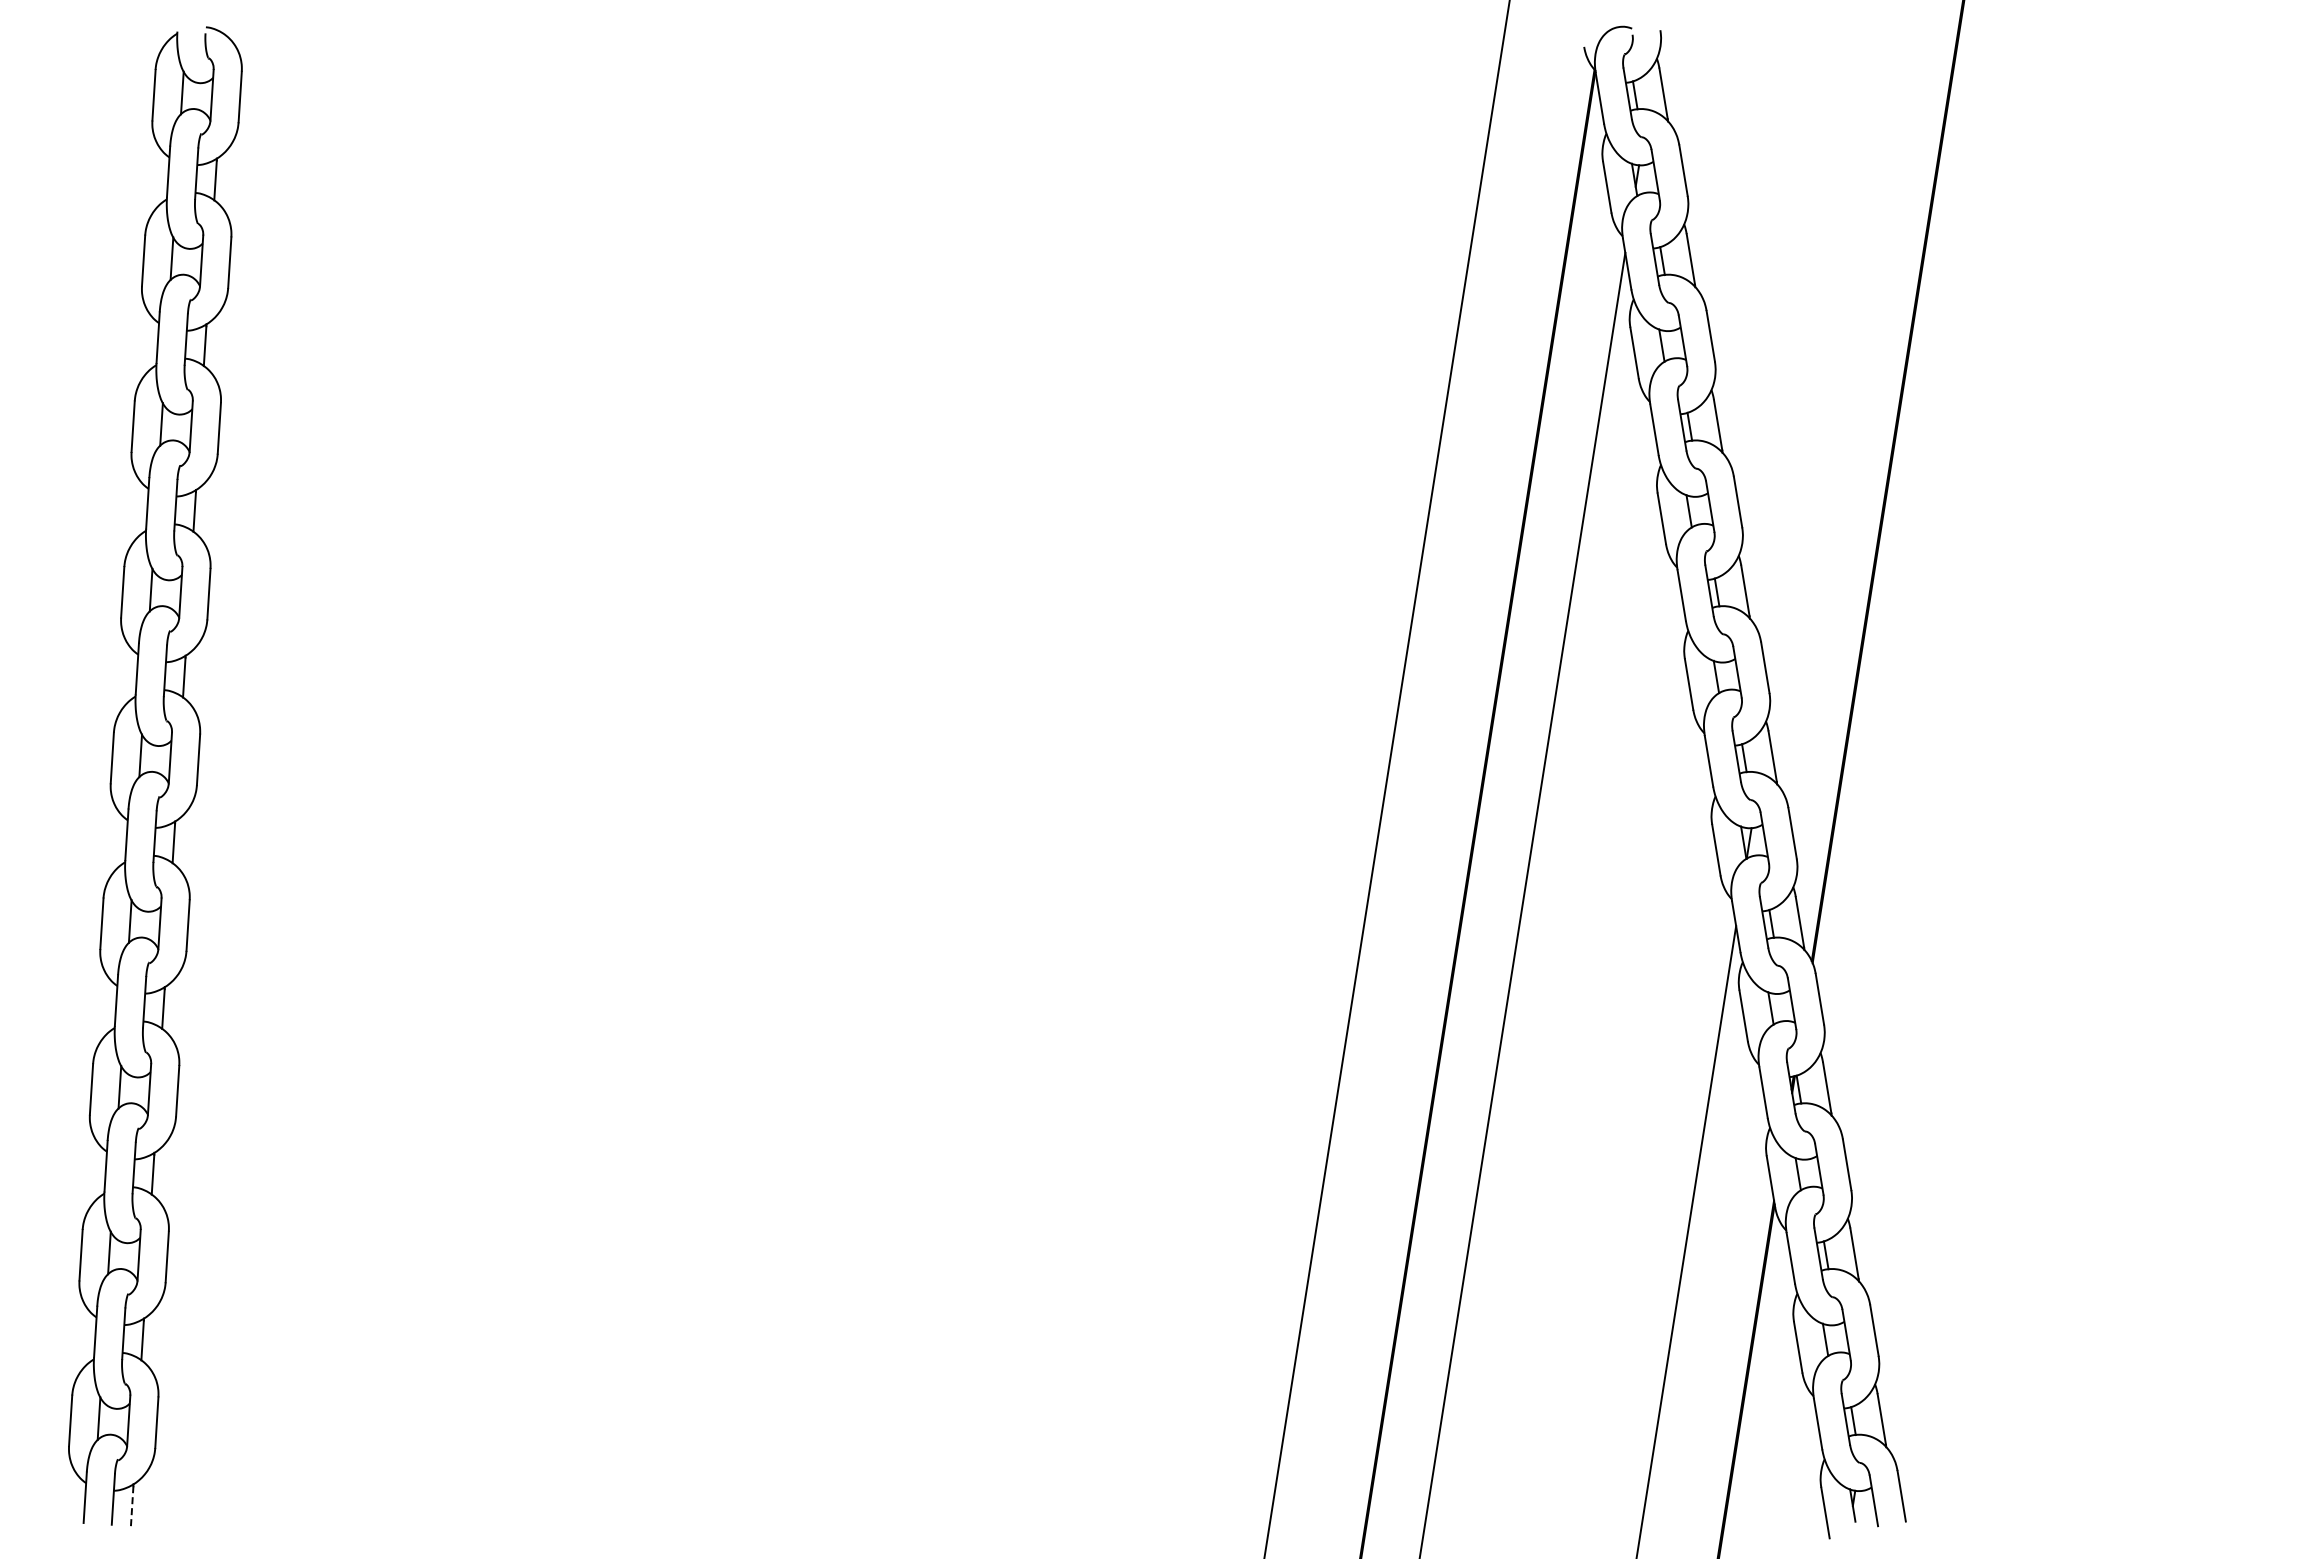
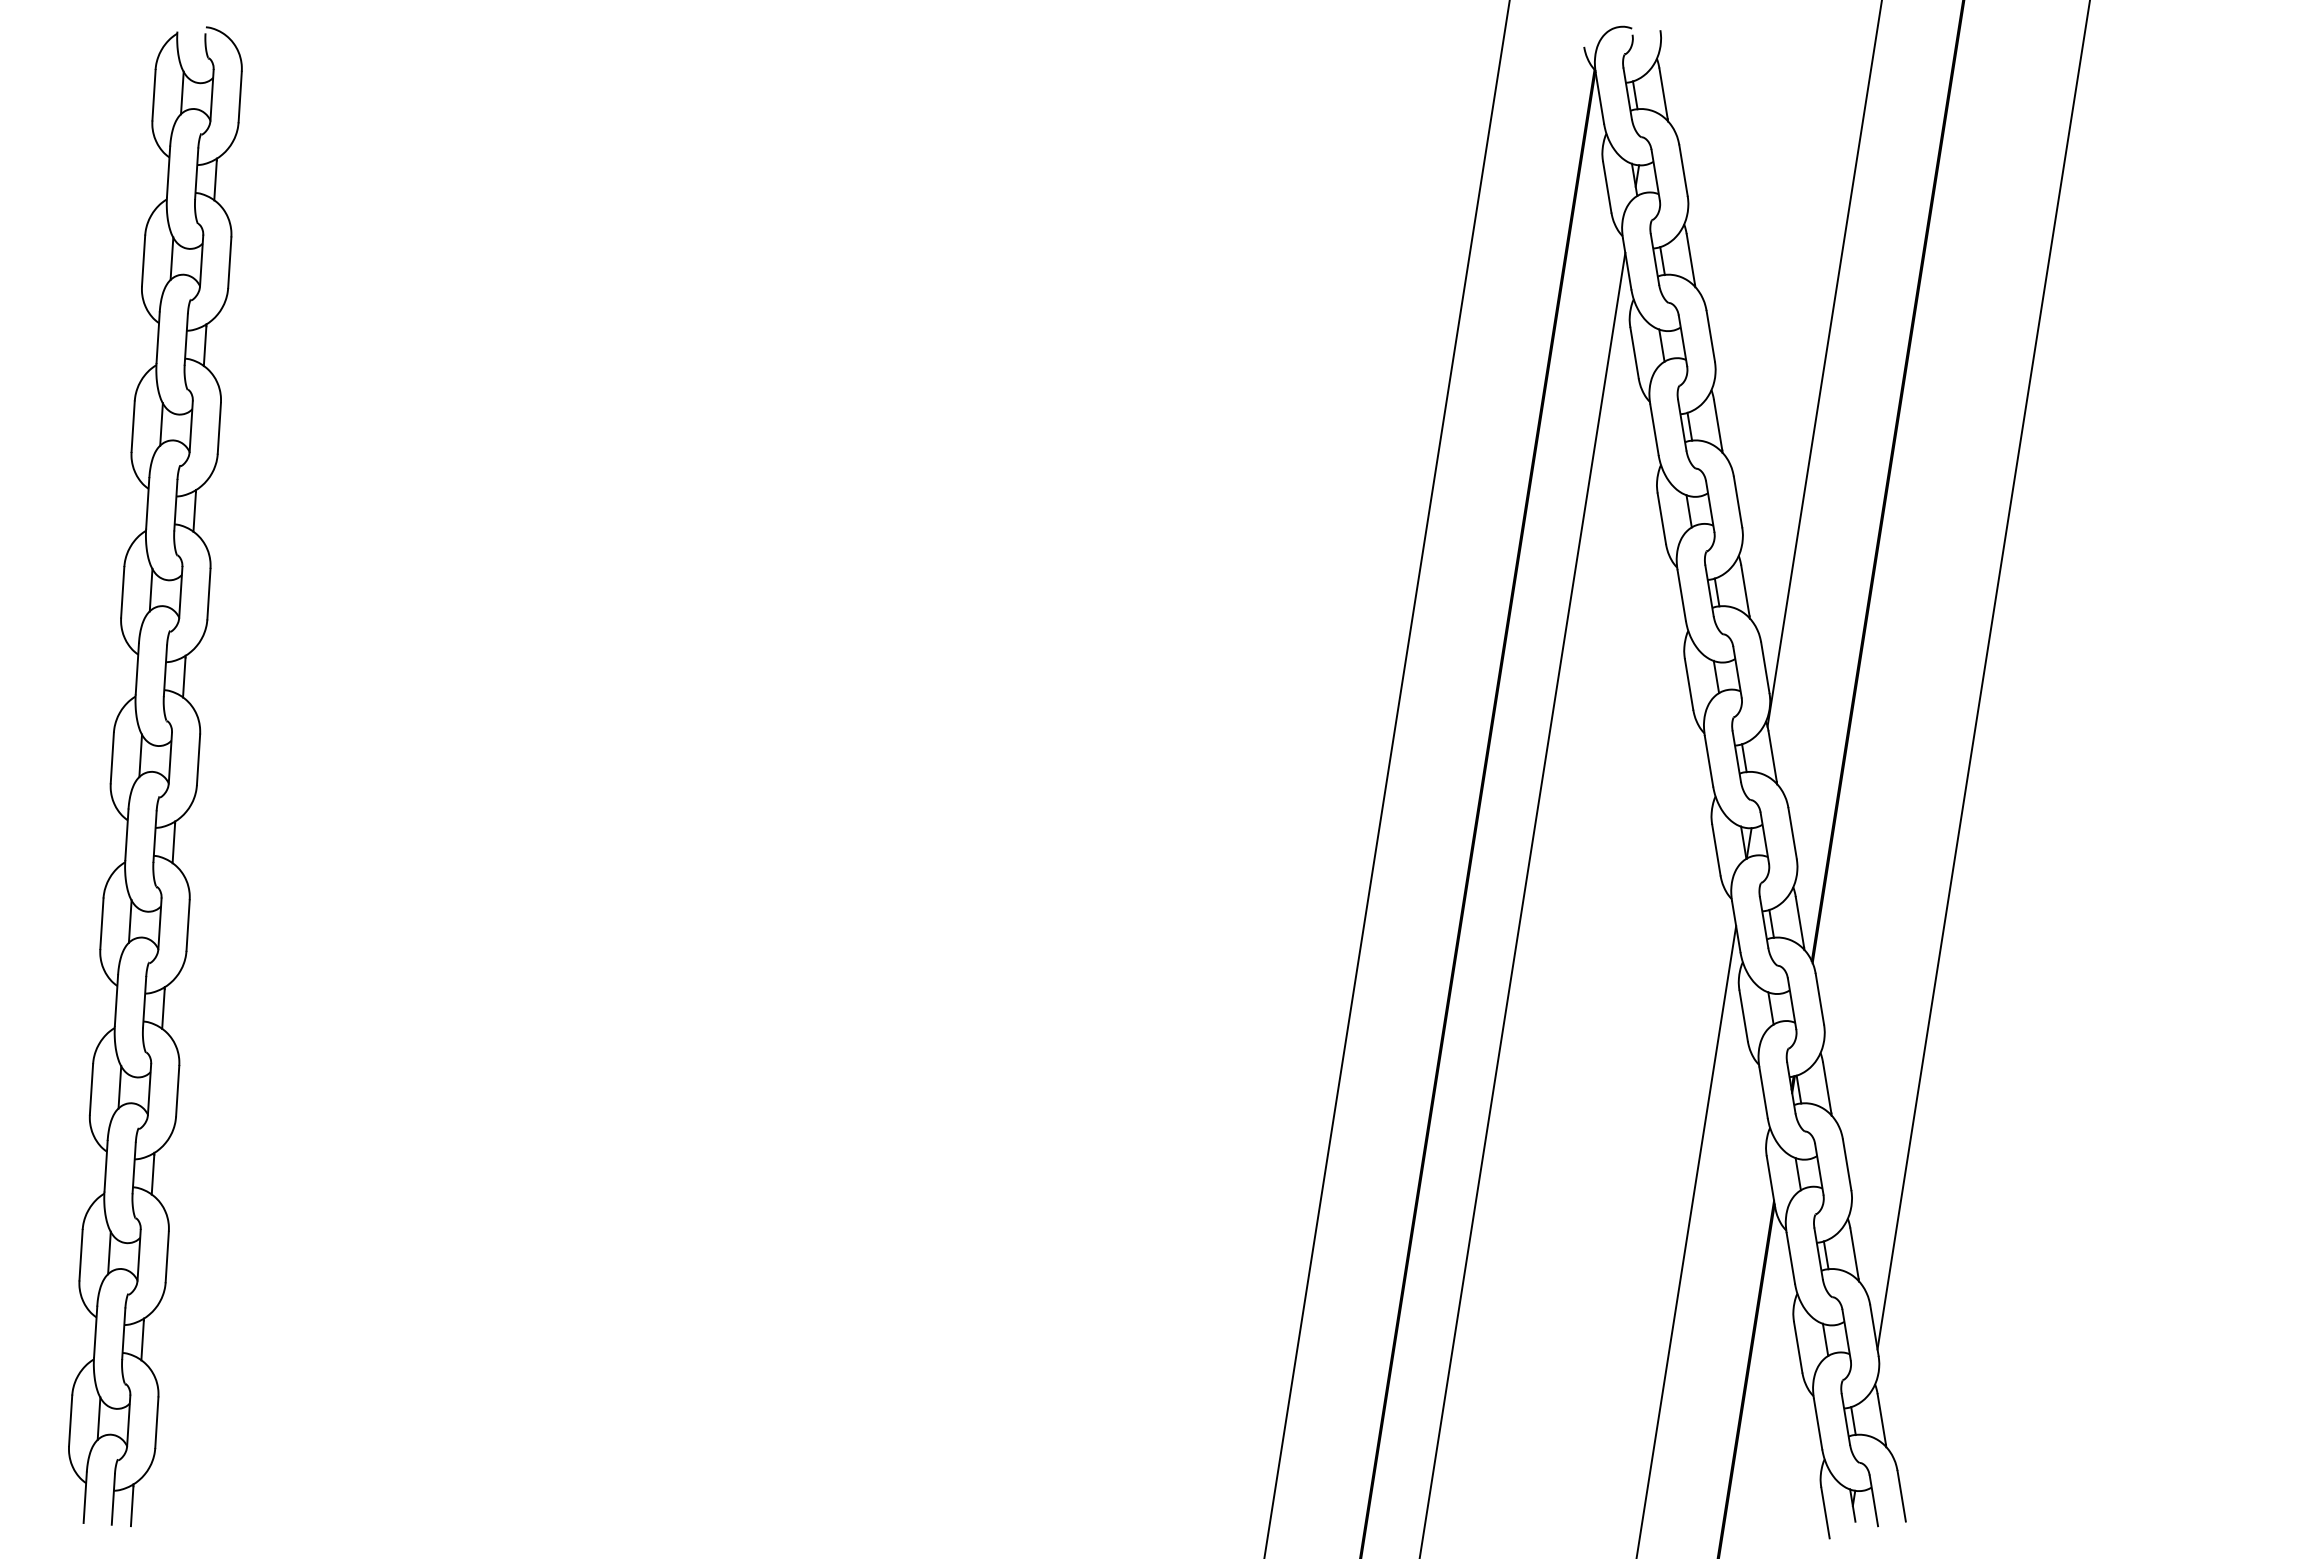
line at (1824, 364): none -> present
line at (1983, 675): none -> present
line at (132, 1506): dashed -> solid
